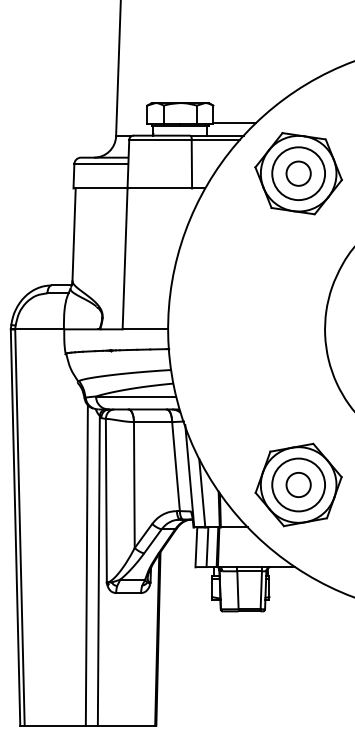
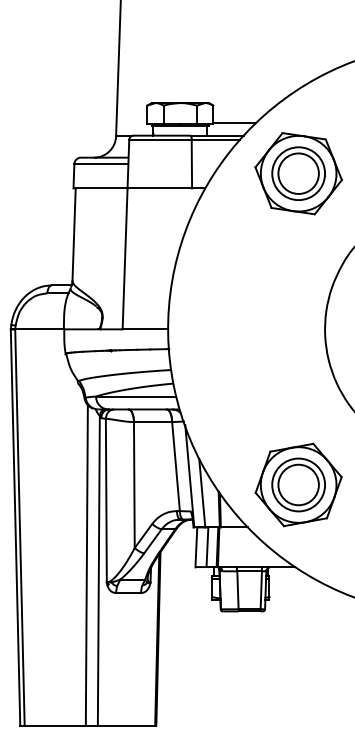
circle at (298, 173) diameter: 24 px -> 41 px
circle at (298, 484) diameter: 24 px -> 41 px
